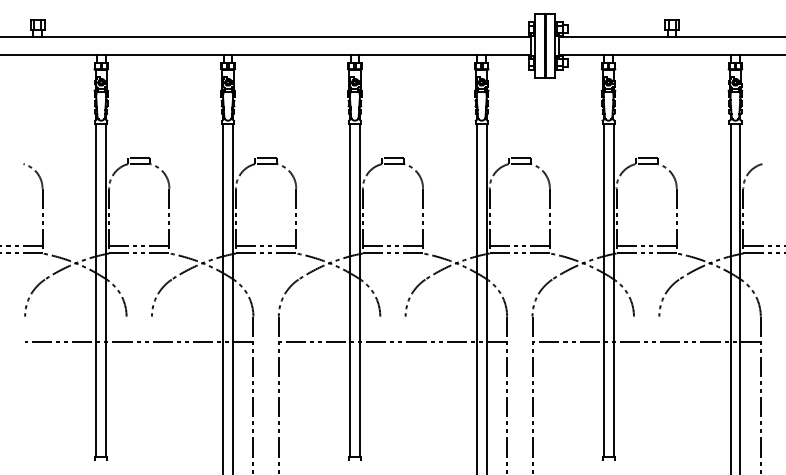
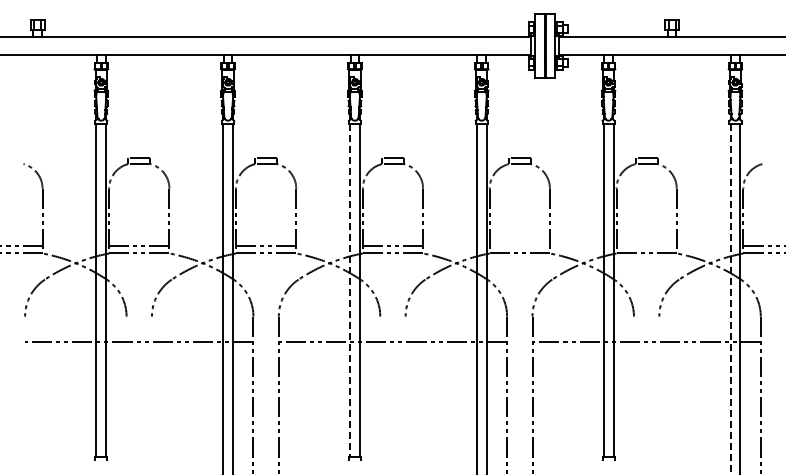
line at (519, 245): present -> none
line at (646, 245): present -> none
line at (350, 290): solid -> dashed
line at (730, 299): solid -> dashed
